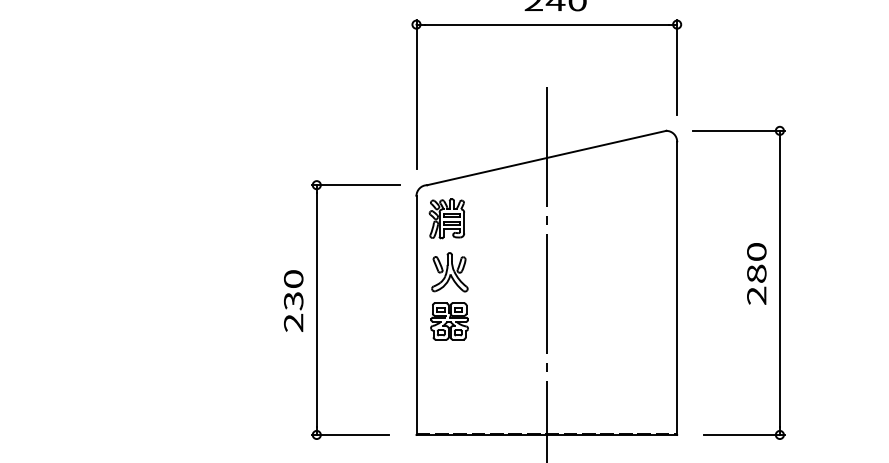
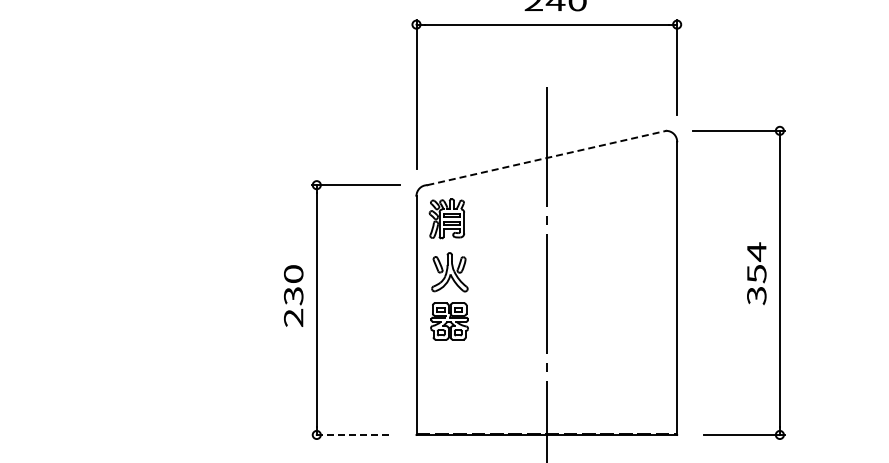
line at (546, 158): solid -> dashed
text at (756, 273): 280 -> 354
text at (293, 300) position: (293, 300) -> (293, 295)
line at (350, 434): solid -> dashed
